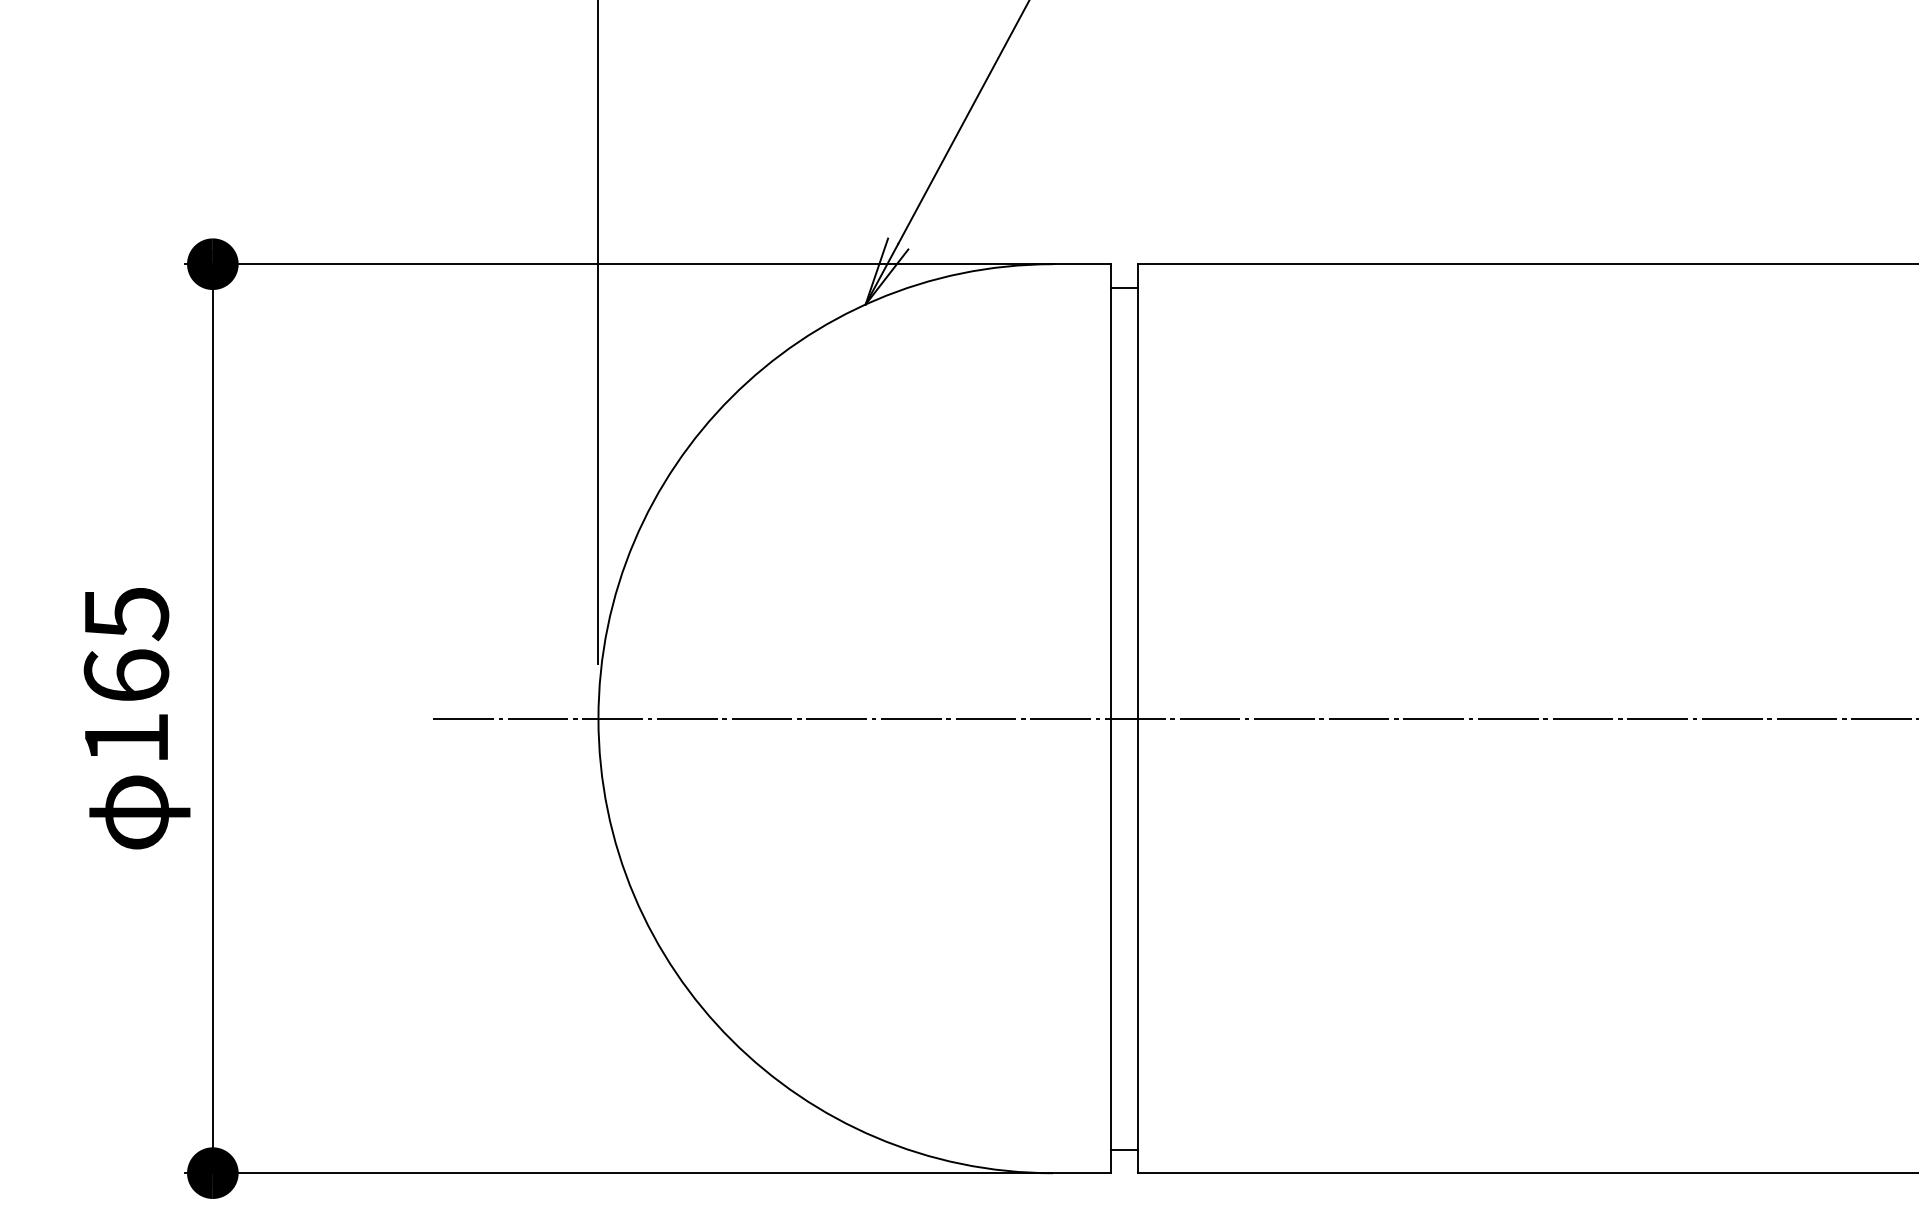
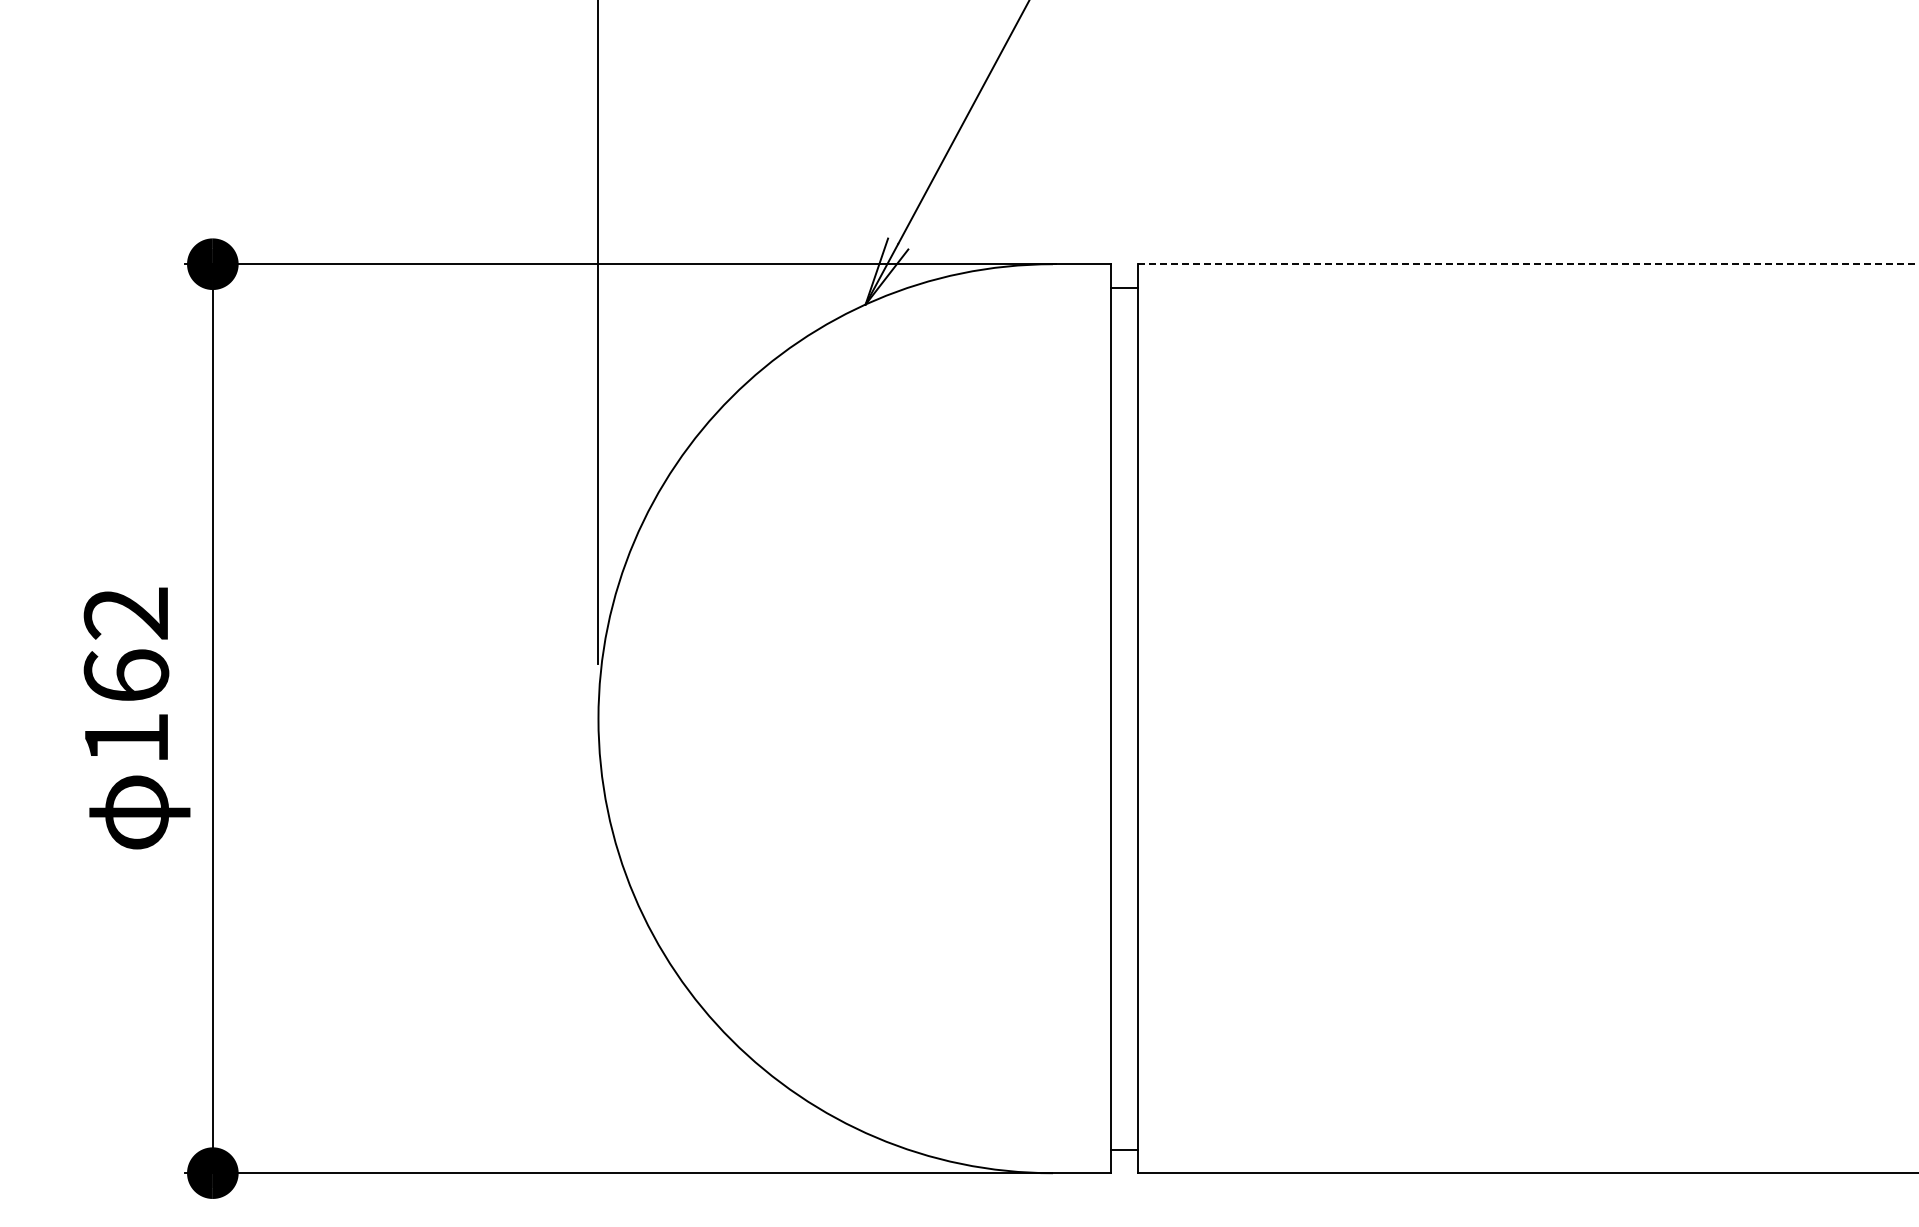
line at (1528, 264): solid -> dashed
text at (126, 614): 165 -> 162
line at (1174, 718): present -> none
